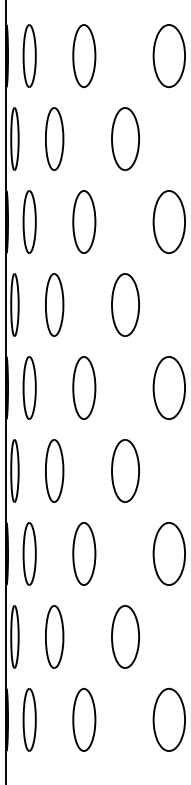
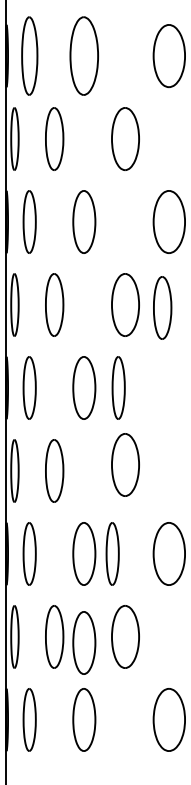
part at (29, 55) size: 15x64 px -> 18x80 px
part at (84, 55) size: 25x64 px -> 30x80 px
part at (162, 307): none -> present
part at (118, 387): none -> present
part at (168, 387): present -> none
part at (125, 470) position: (125, 470) -> (125, 464)
part at (112, 553): none -> present
part at (84, 642): none -> present
